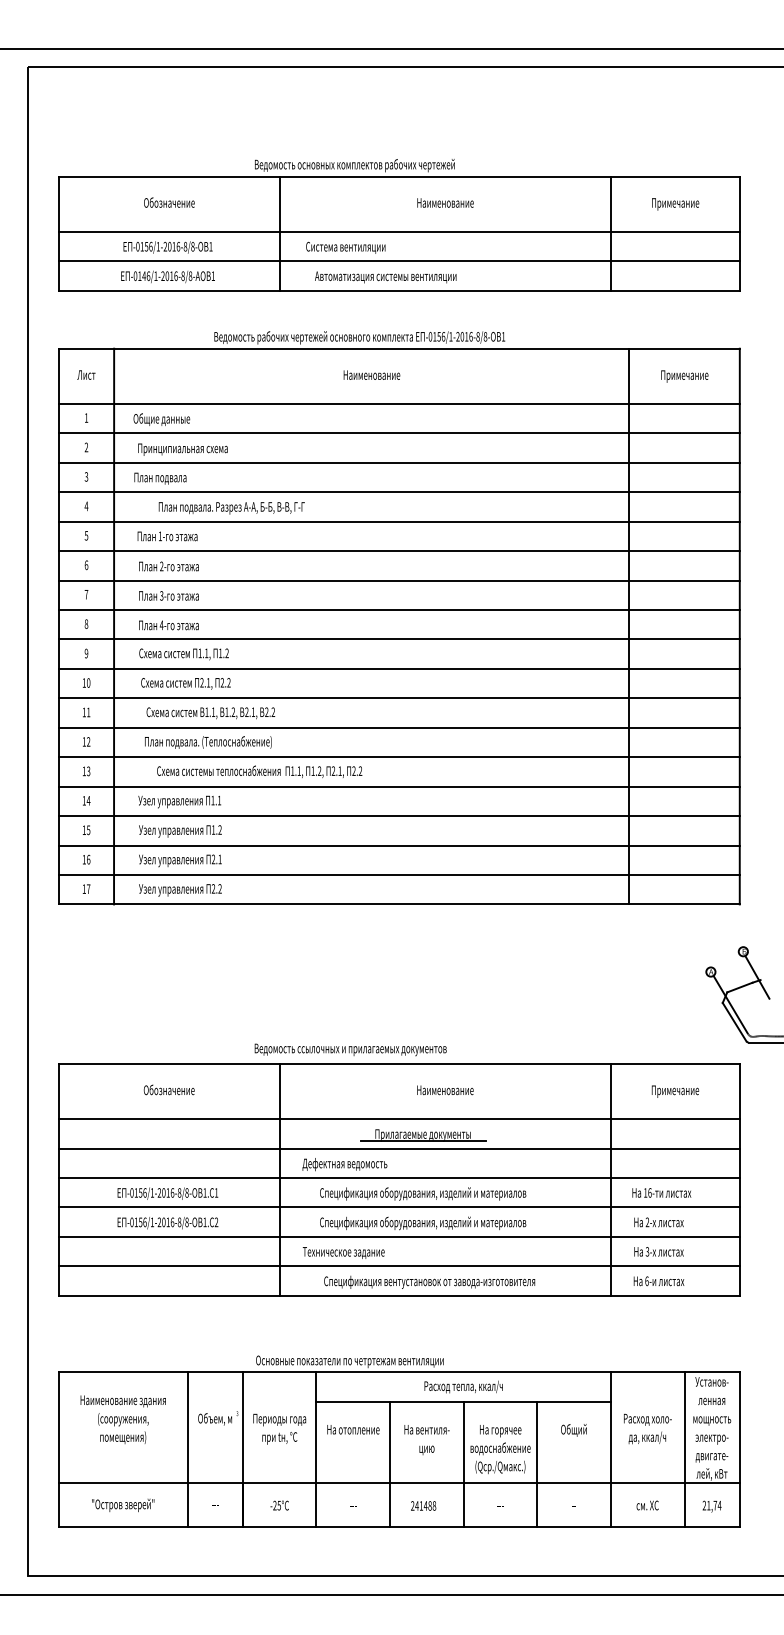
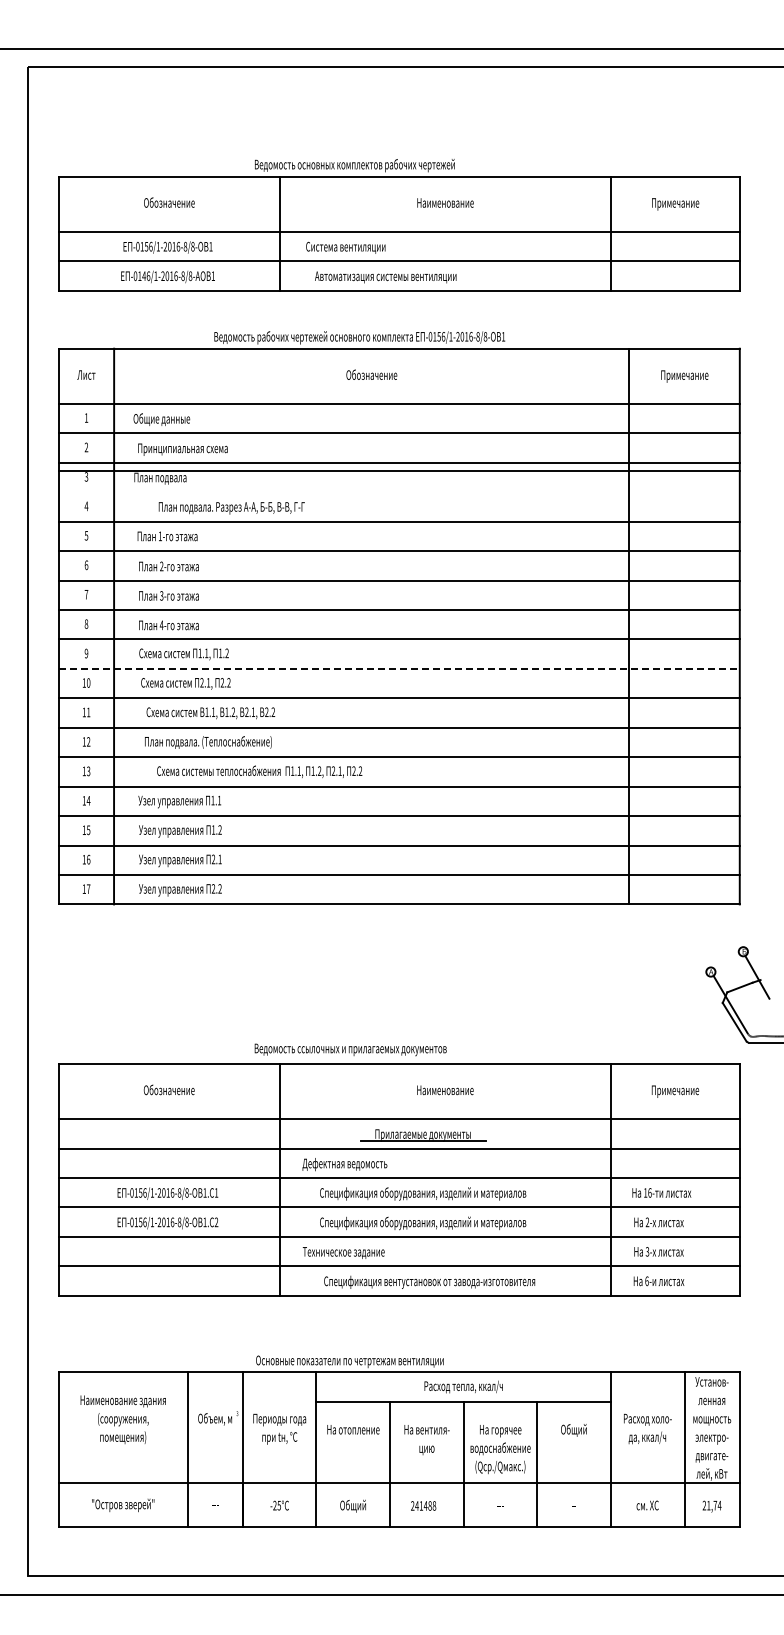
text at (371, 374): Наименование -> Обозначение
line at (398, 492) position: (398, 492) -> (398, 471)
line at (399, 668): solid -> dashed
text at (352, 1505): --- -> Общий
